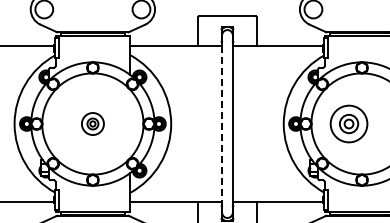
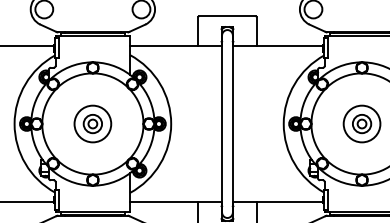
part at (92, 123) size: 24x24 px -> 40x40 px
part at (348, 123) position: (348, 123) -> (361, 123)
line at (222, 124): dashed -> solid
